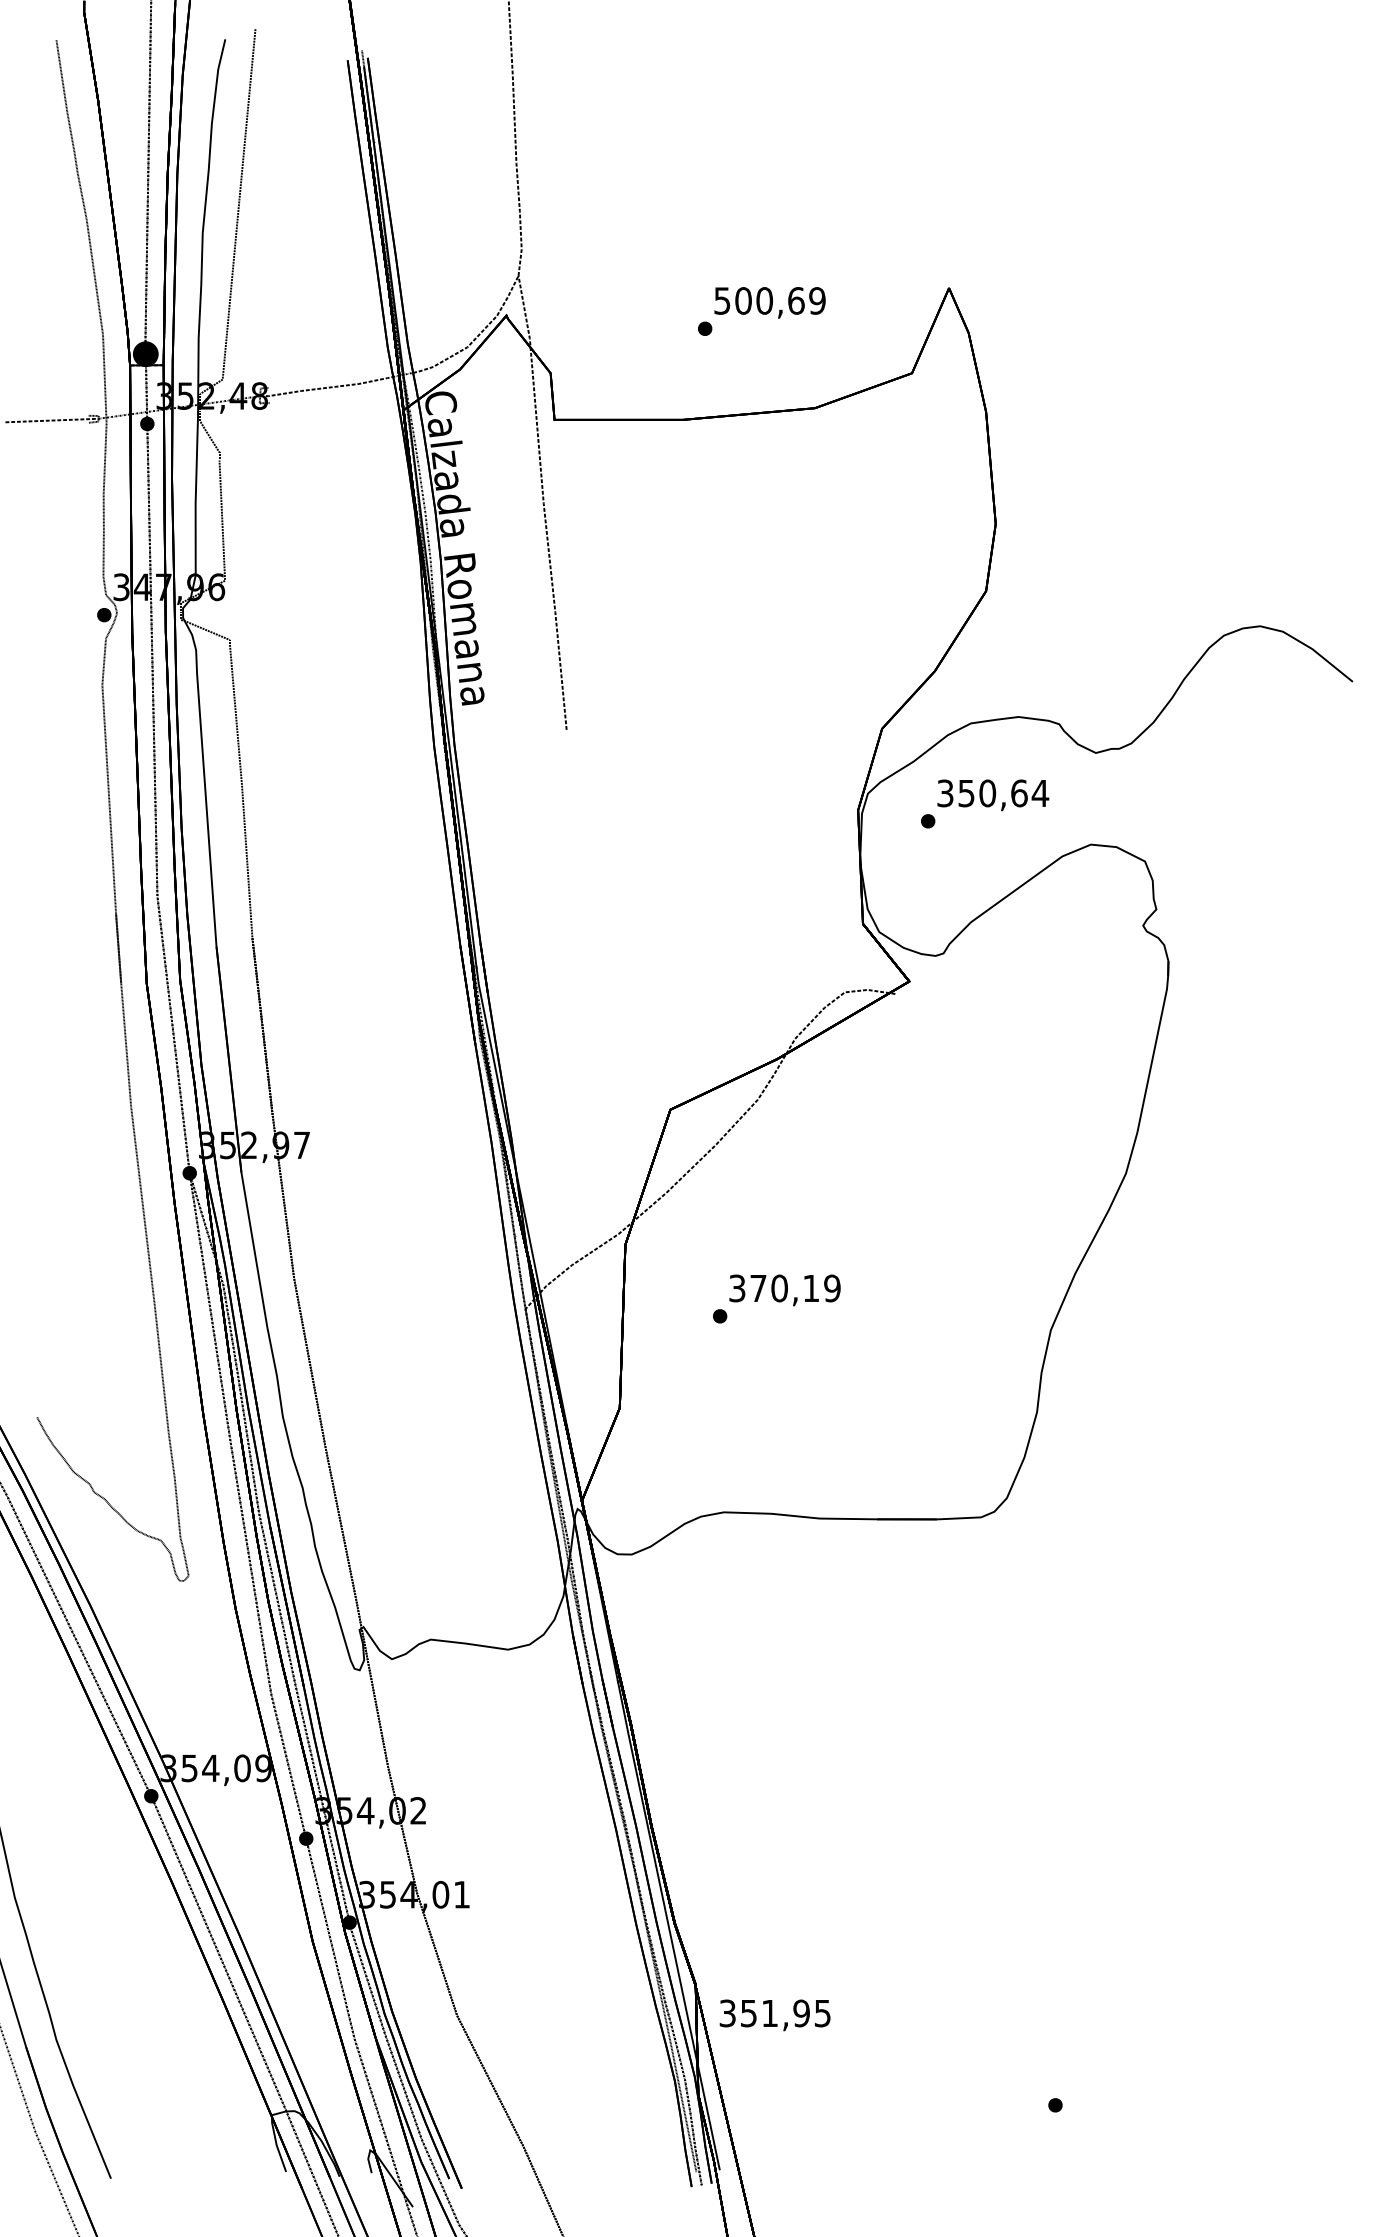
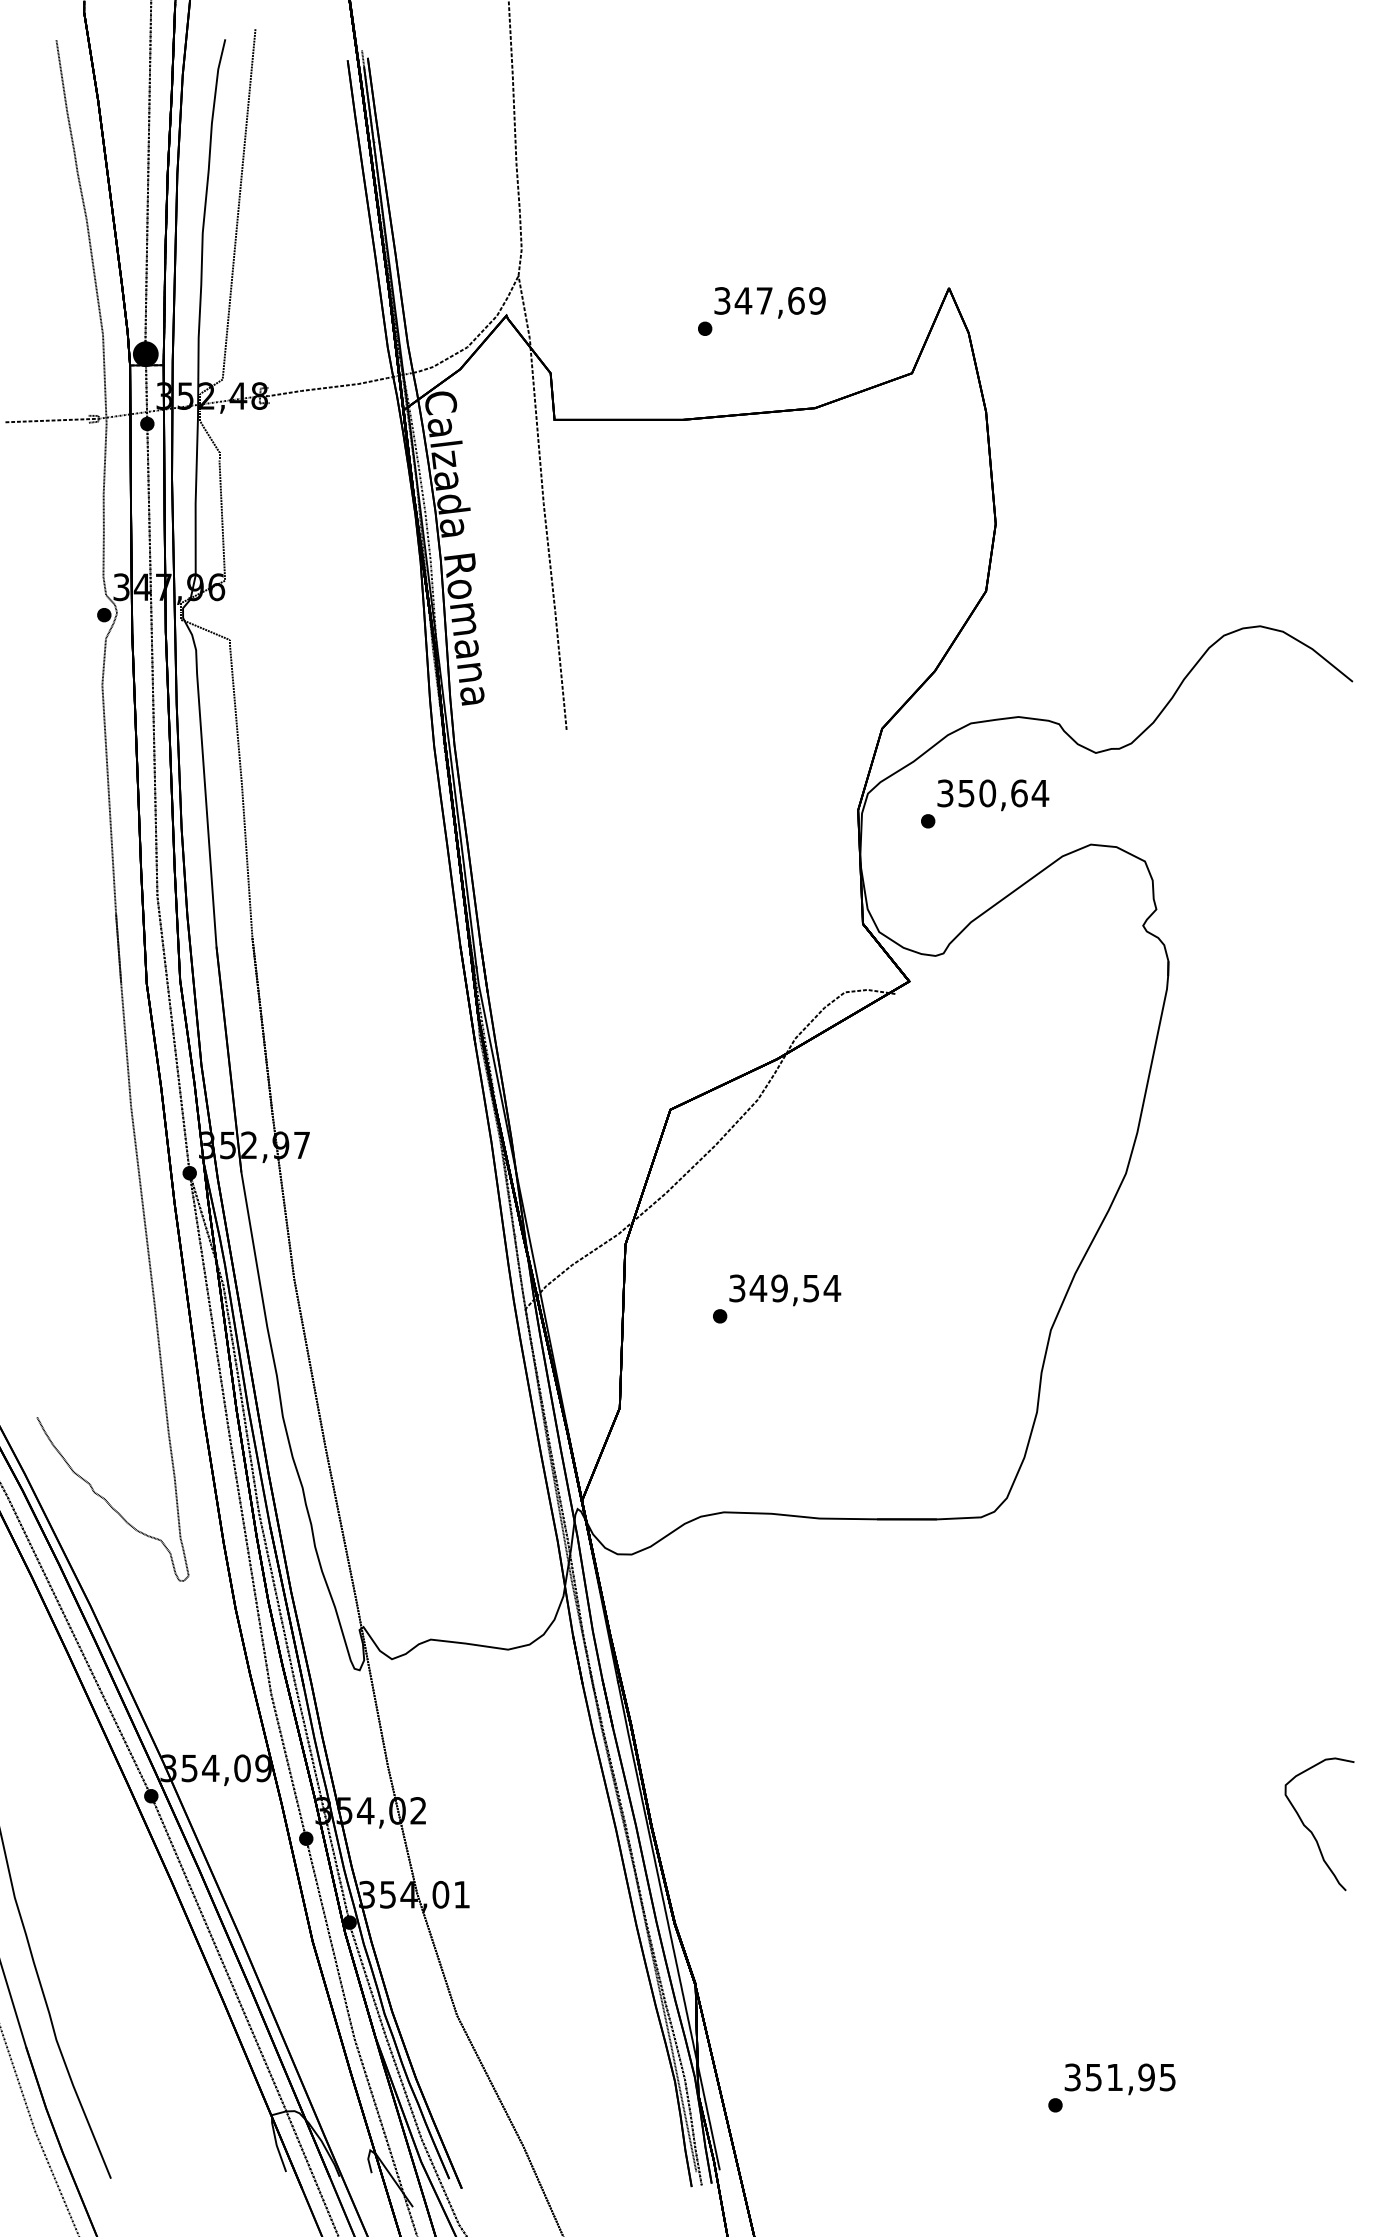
text at (744, 300): 500,69 -> 347,69
text at (795, 1288): 370,19 -> 349,54
part at (1312, 1831): none -> present
text at (774, 2015) position: (774, 2015) -> (1119, 2079)
